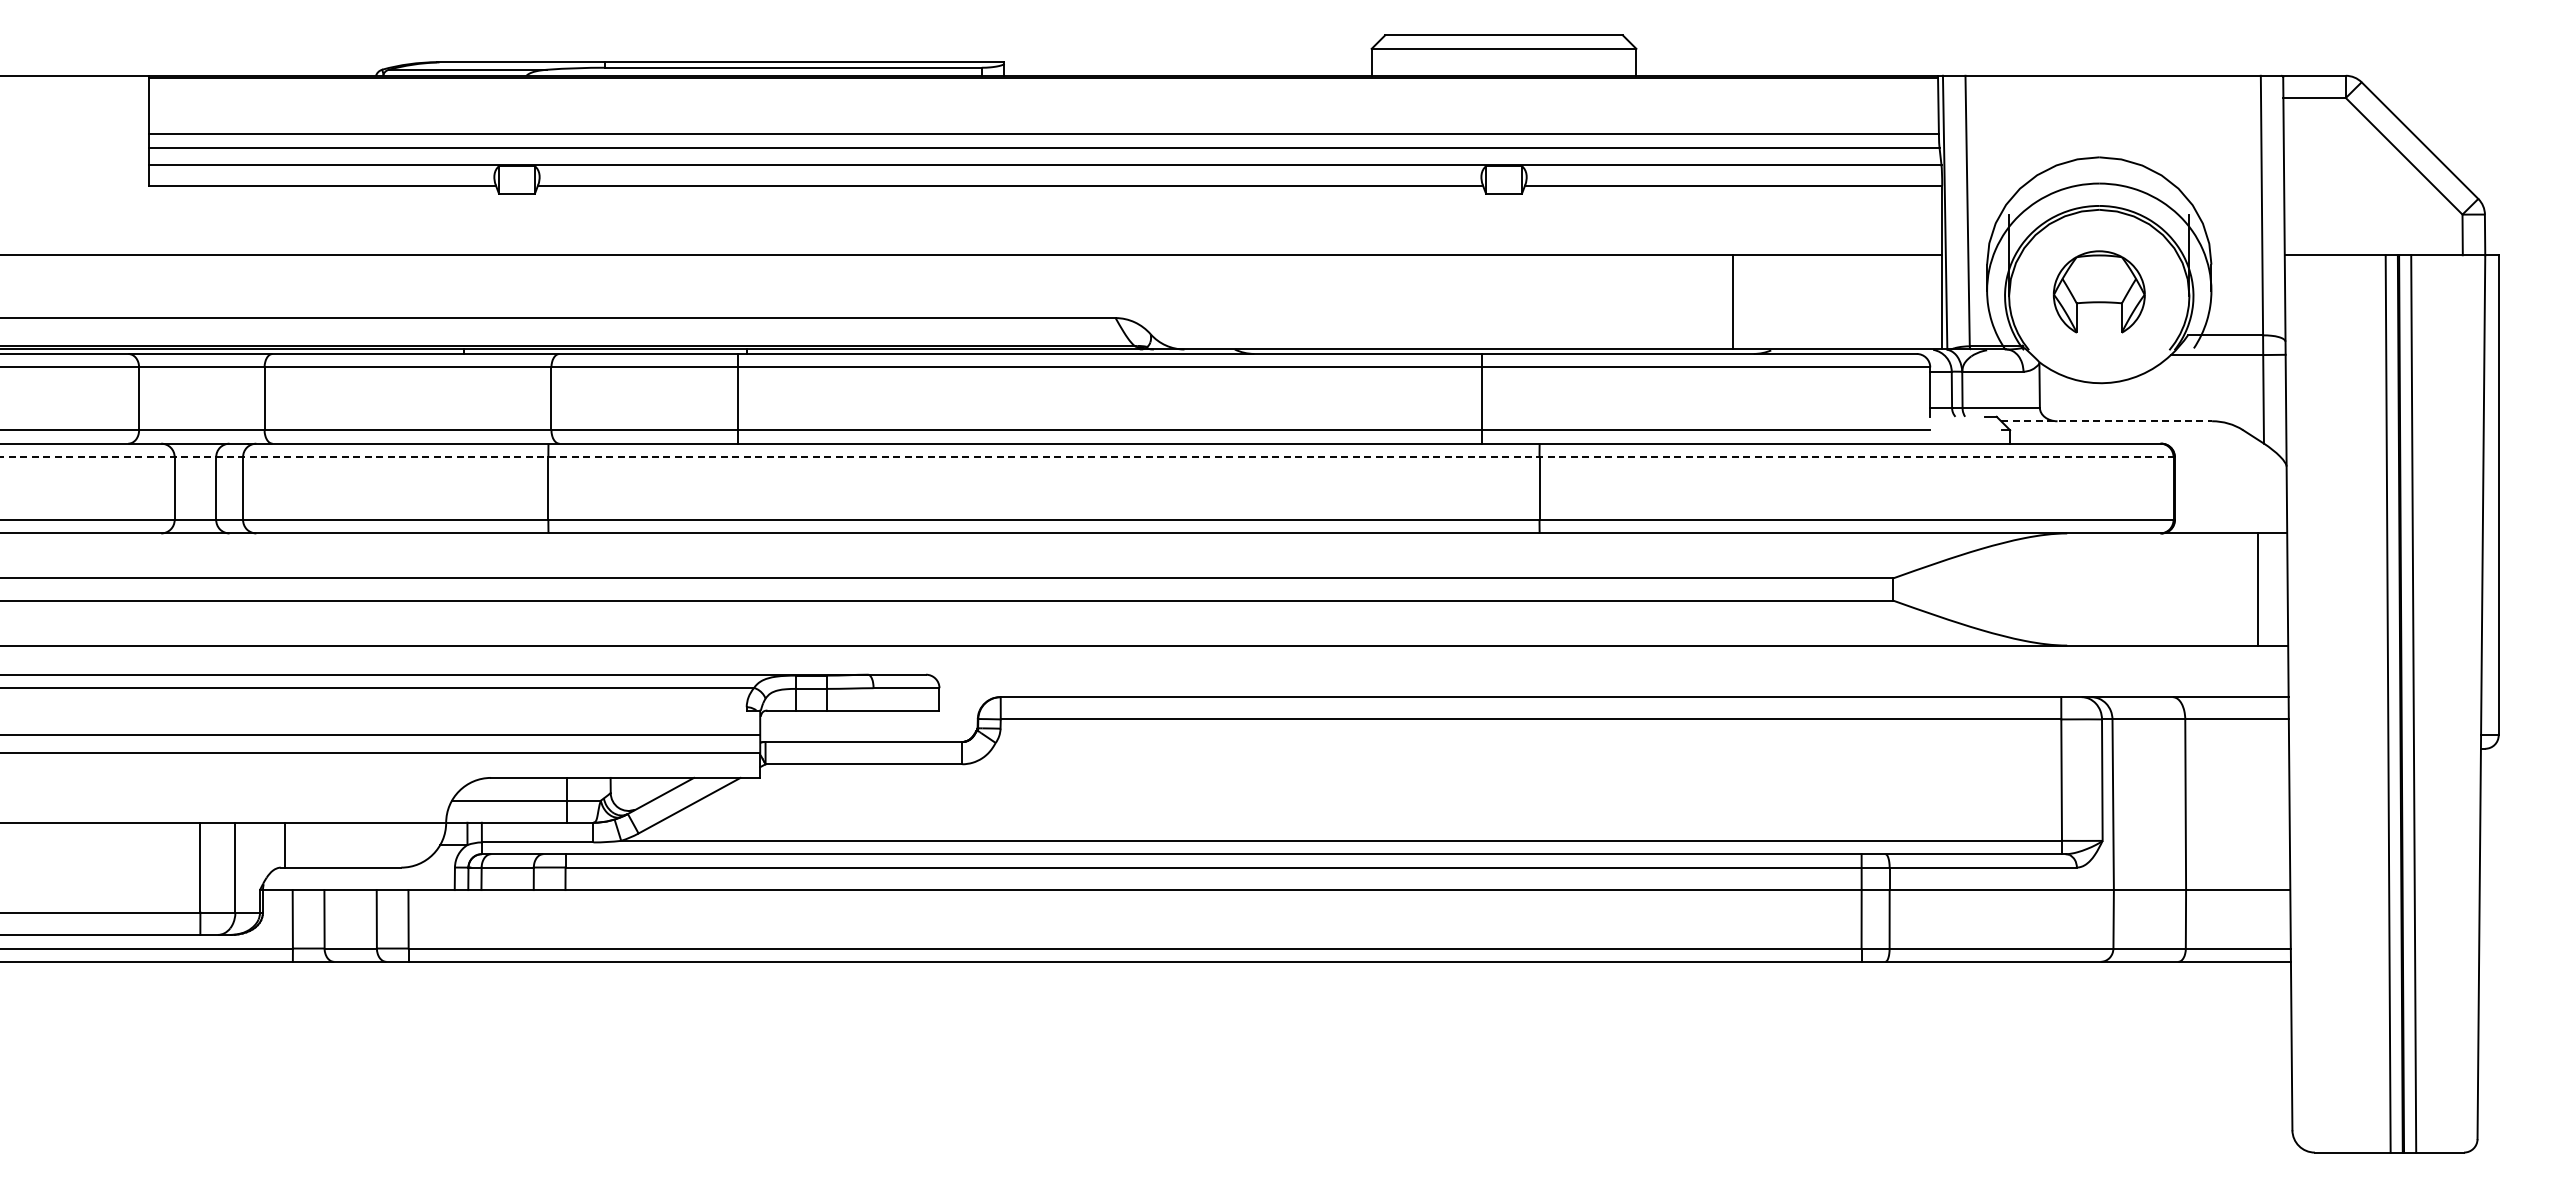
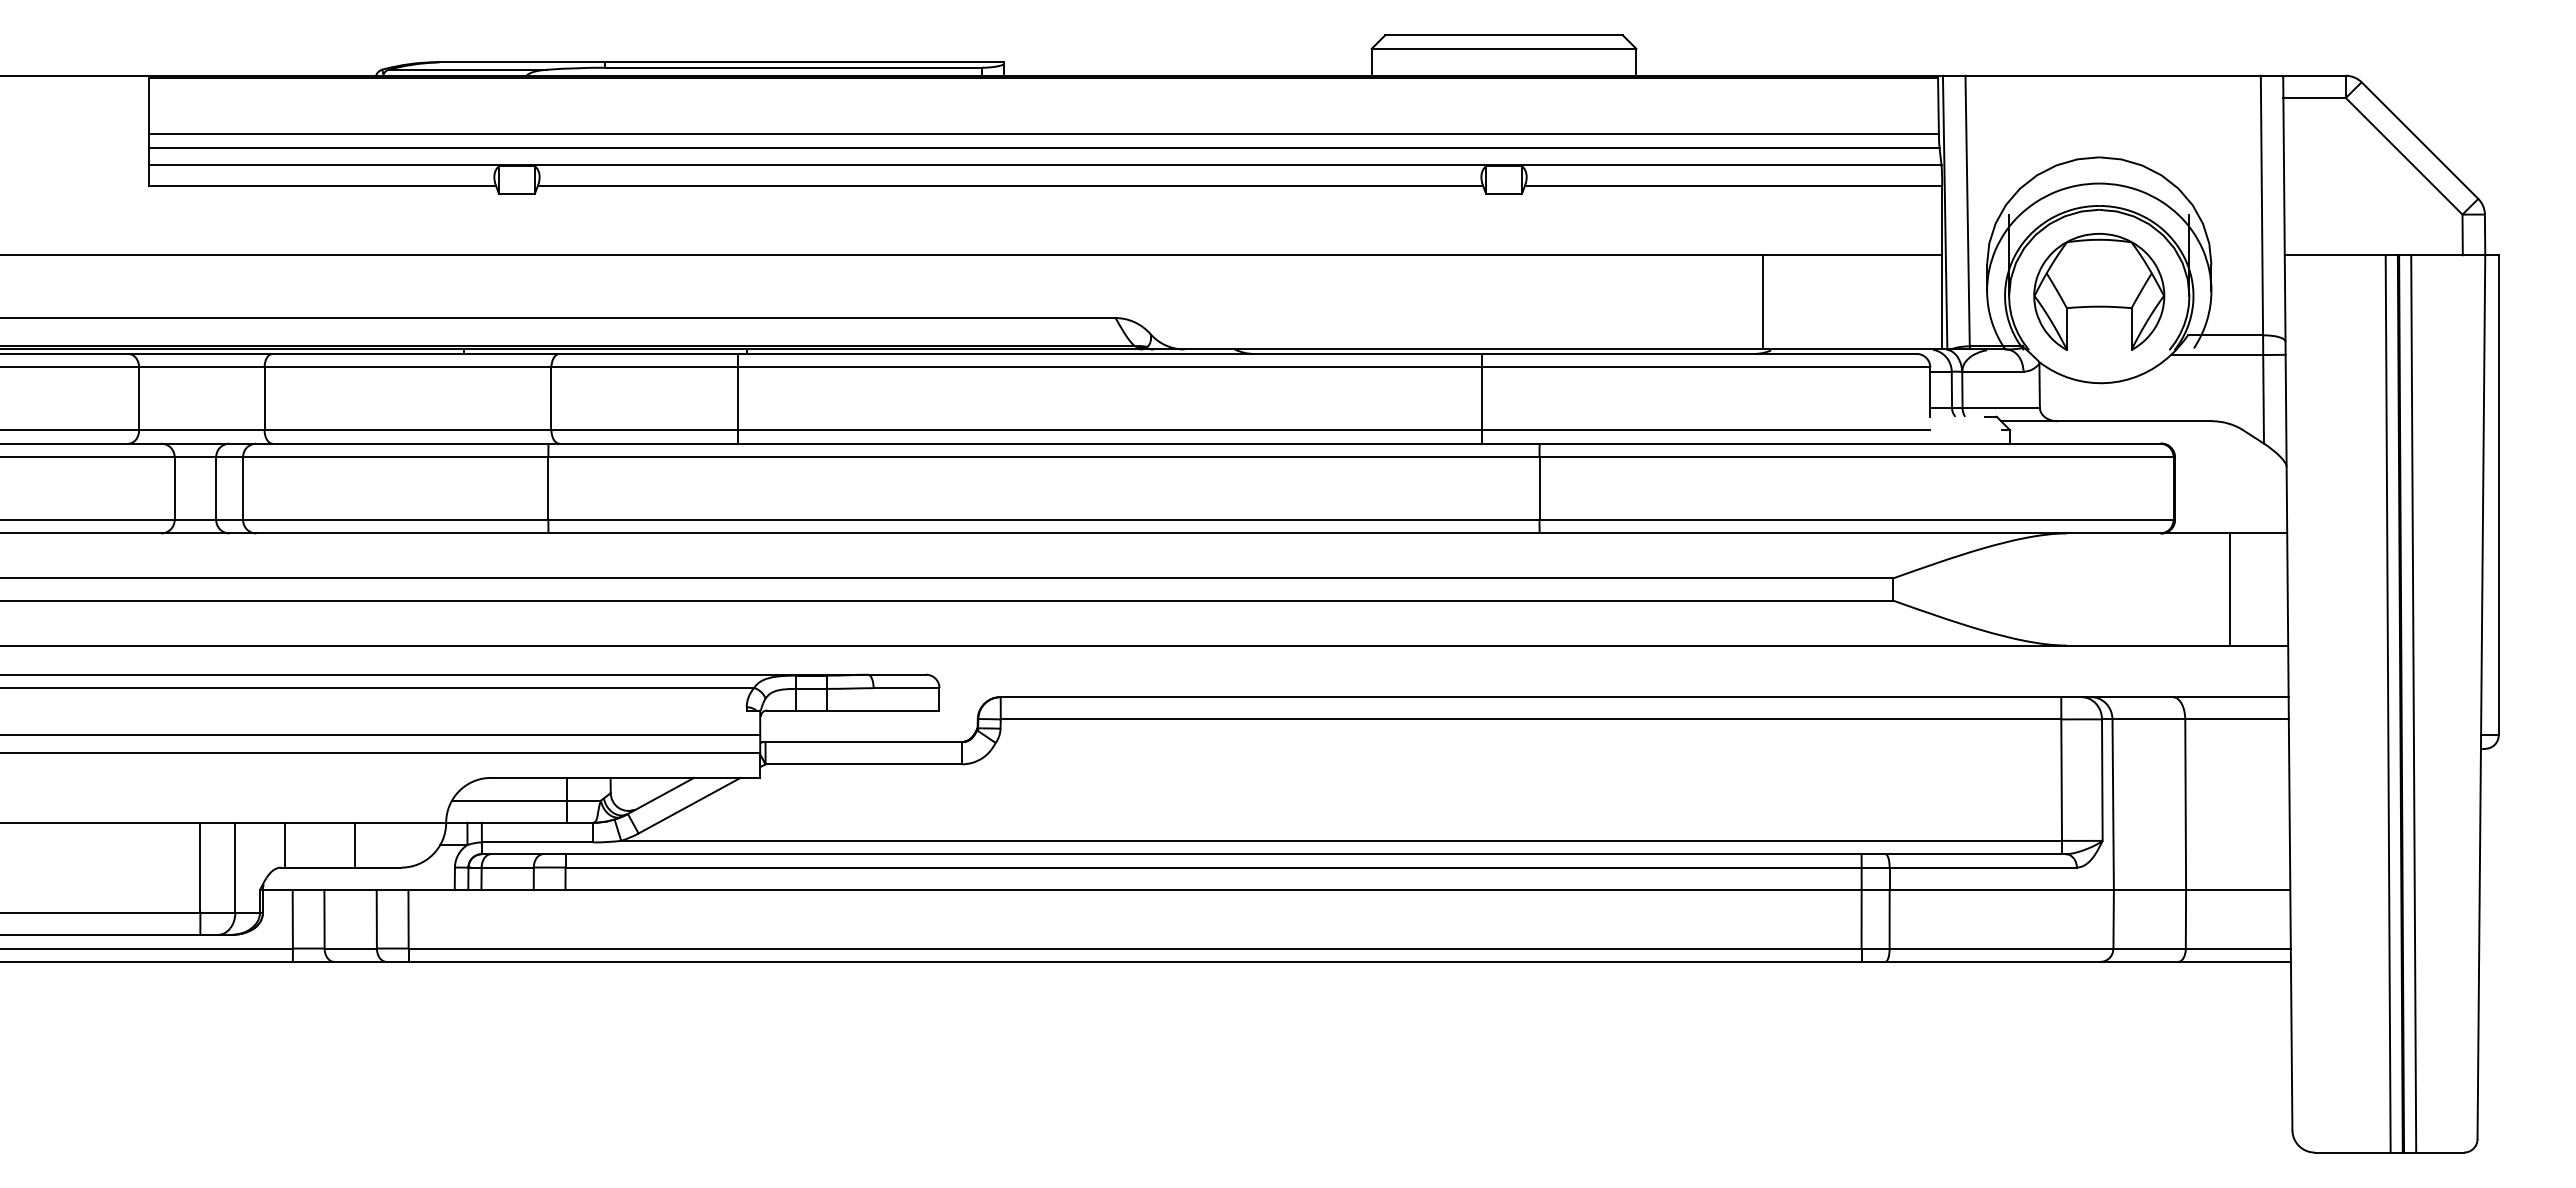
part at (2098, 291) size: 94x84 px -> 133x118 px
line at (1732, 302) position: (1732, 302) -> (1762, 302)
line at (2107, 421): dashed -> solid
line at (1088, 457): dashed -> solid
line at (2257, 589) position: (2257, 589) -> (2229, 589)
line at (354, 844): none -> present
